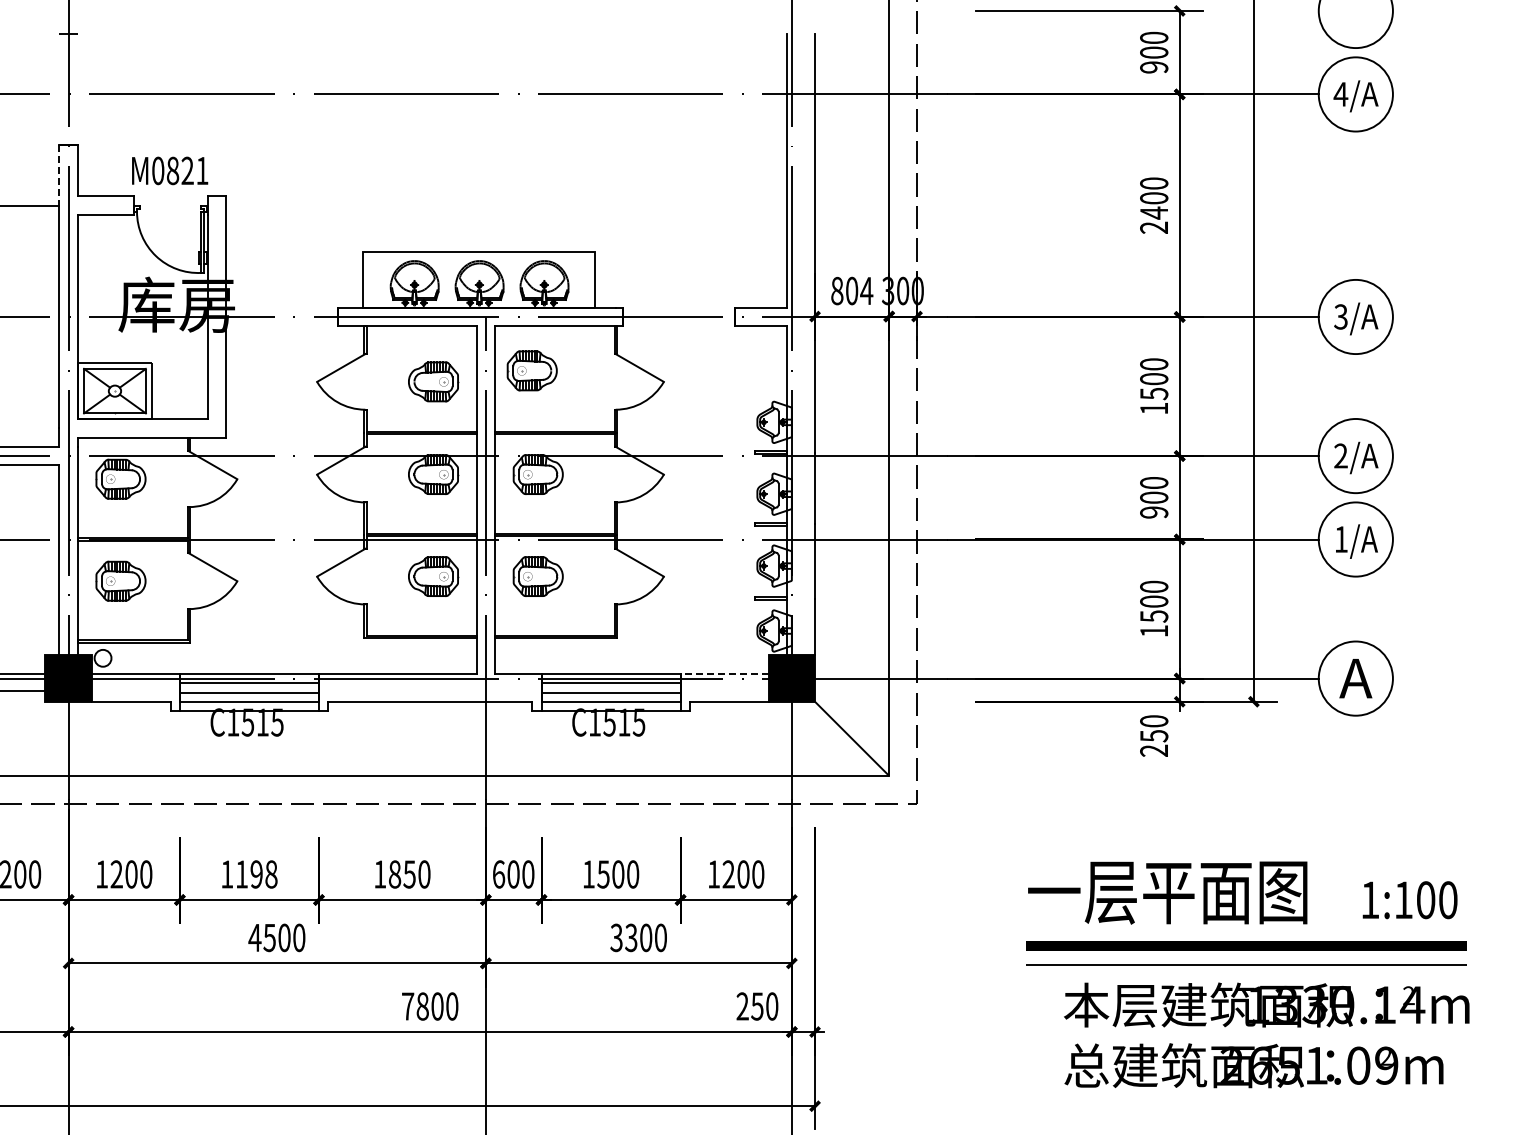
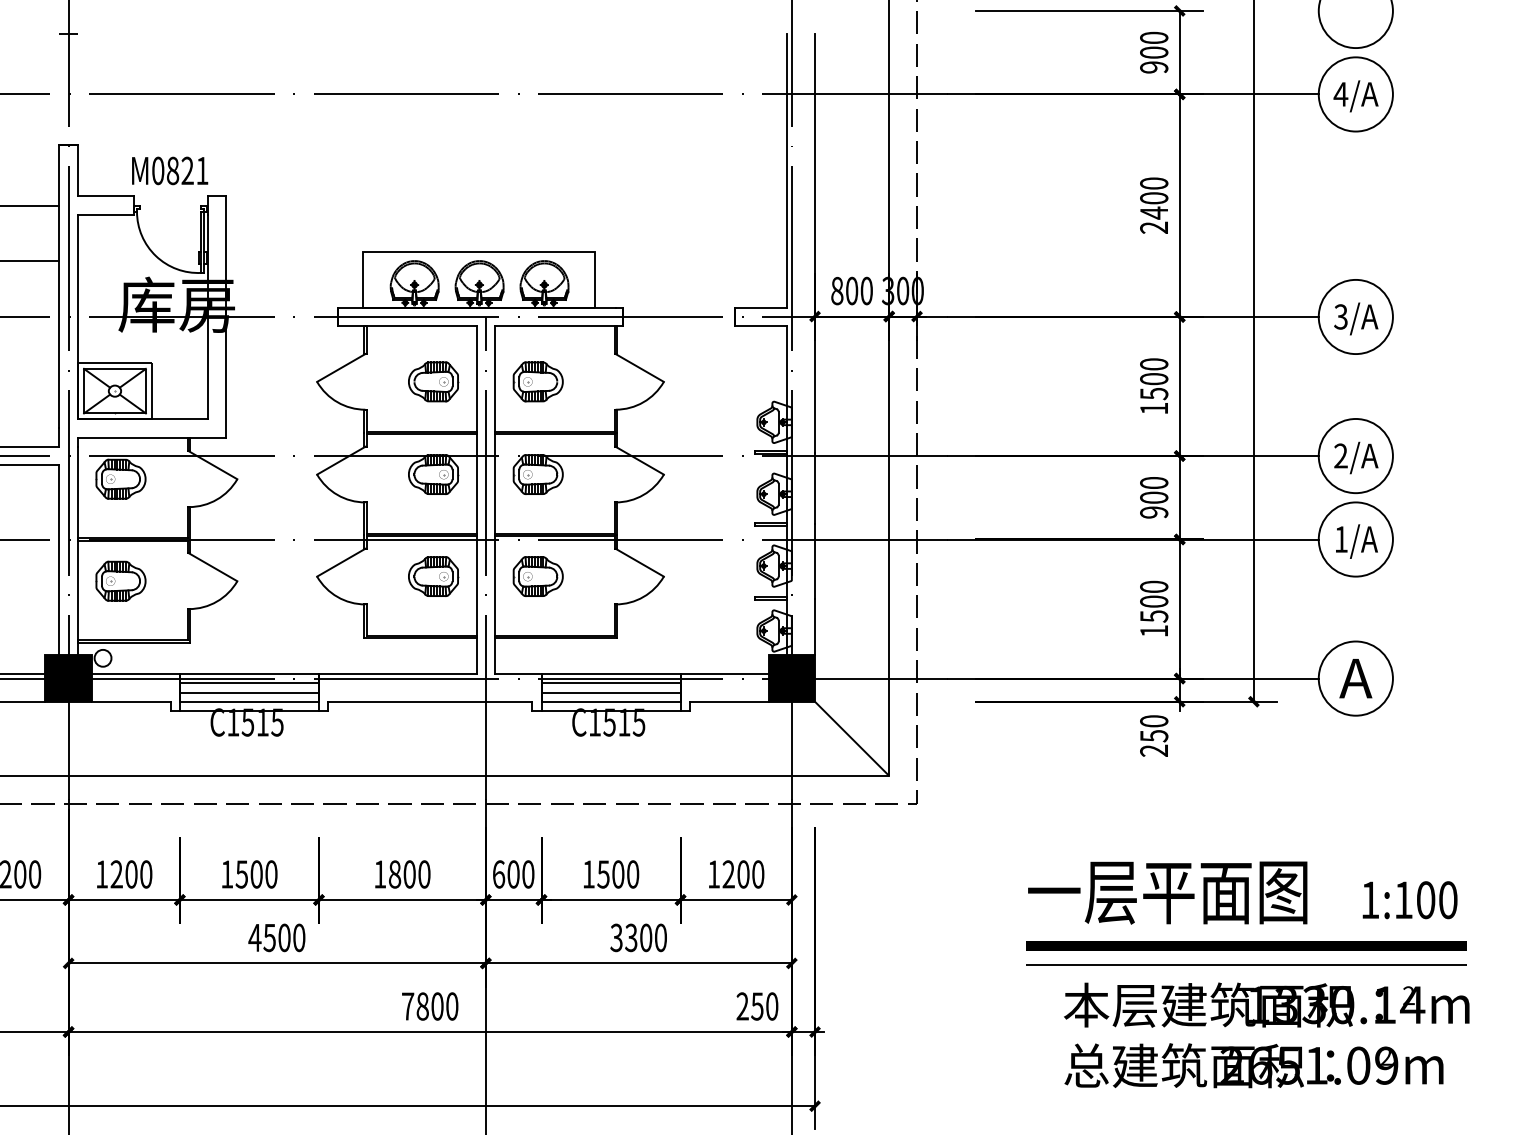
line at (59, 176): dashed -> solid
line at (30, 261): none -> present
text at (866, 290): 804 -> 800
part at (531, 370) position: (531, 370) -> (537, 381)
line at (724, 673): dashed -> solid
line at (23, 690) position: (23, 690) -> (23, 701)
text at (256, 874): 1198 -> 1500
text at (409, 874): 1850 -> 1800
